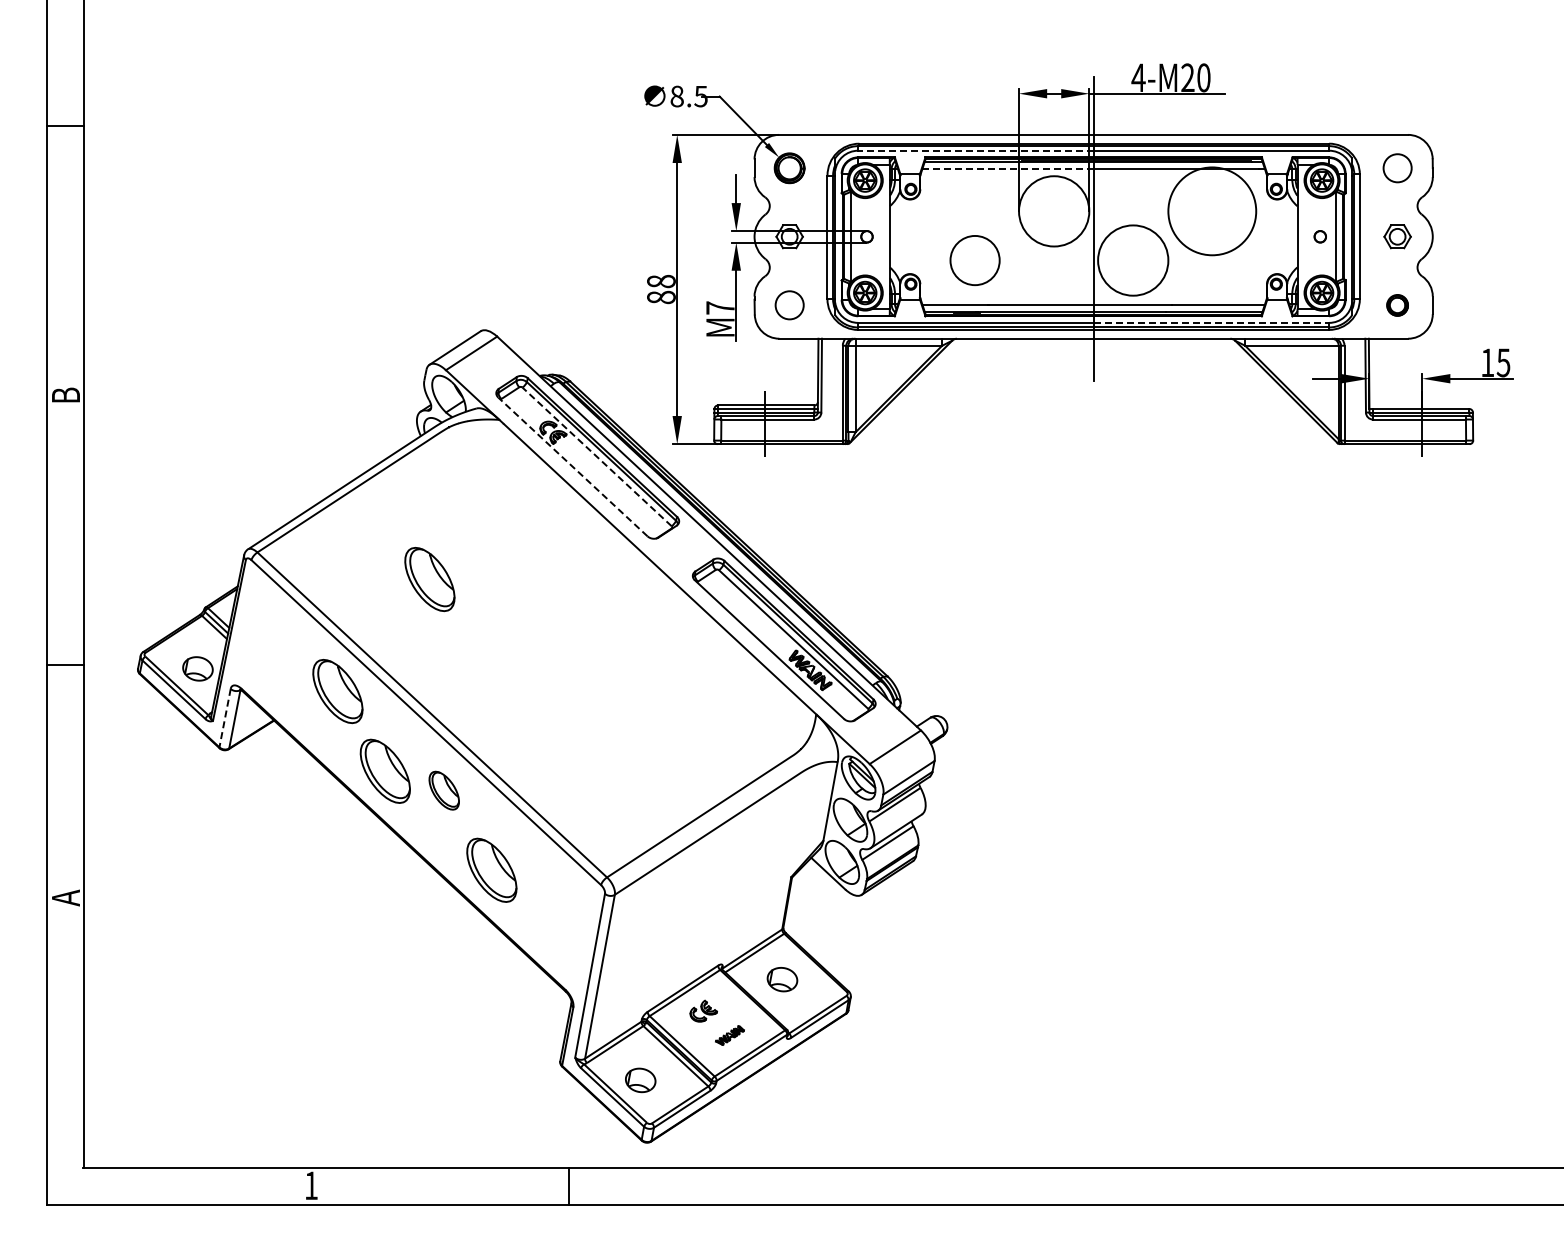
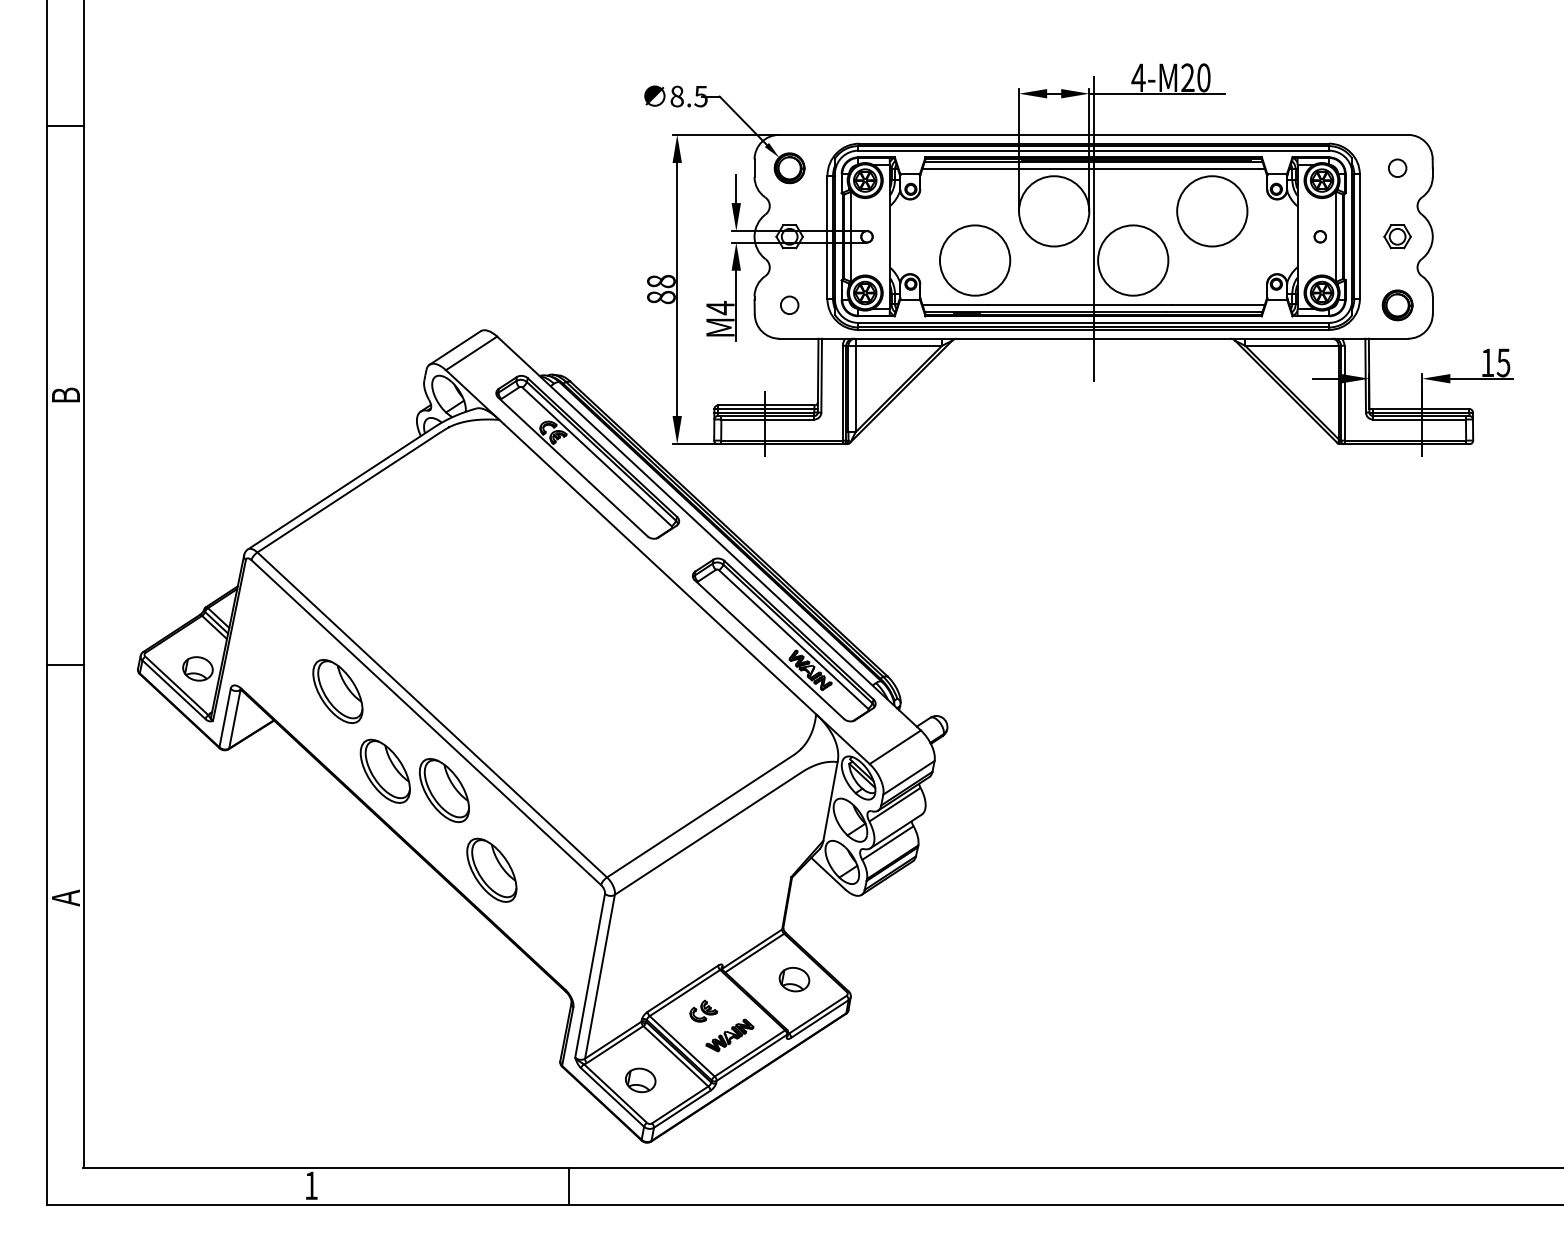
line at (975, 150): dashed -> solid
circle at (1397, 168) diameter: 28 px -> 18 px
line at (1008, 169): dashed -> solid
circle at (1212, 211) diameter: 88 px -> 70 px
circle at (974, 260) diameter: 49 px -> 70 px
circle at (789, 305) diameter: 28 px -> 18 px
part at (1397, 305) size: 23x23 px -> 33x33 px
text at (720, 307): M7 -> M4
line at (1211, 322): dashed -> solid
line at (597, 456): dashed -> solid
line at (572, 467): dashed -> solid
part at (429, 579): present -> none
line at (225, 718): dashed -> solid
part at (443, 790) size: 32x41 px -> 52x66 px
part at (782, 979) position: (782, 979) -> (794, 979)
part at (729, 1035) size: 30x21 px -> 50x35 px
